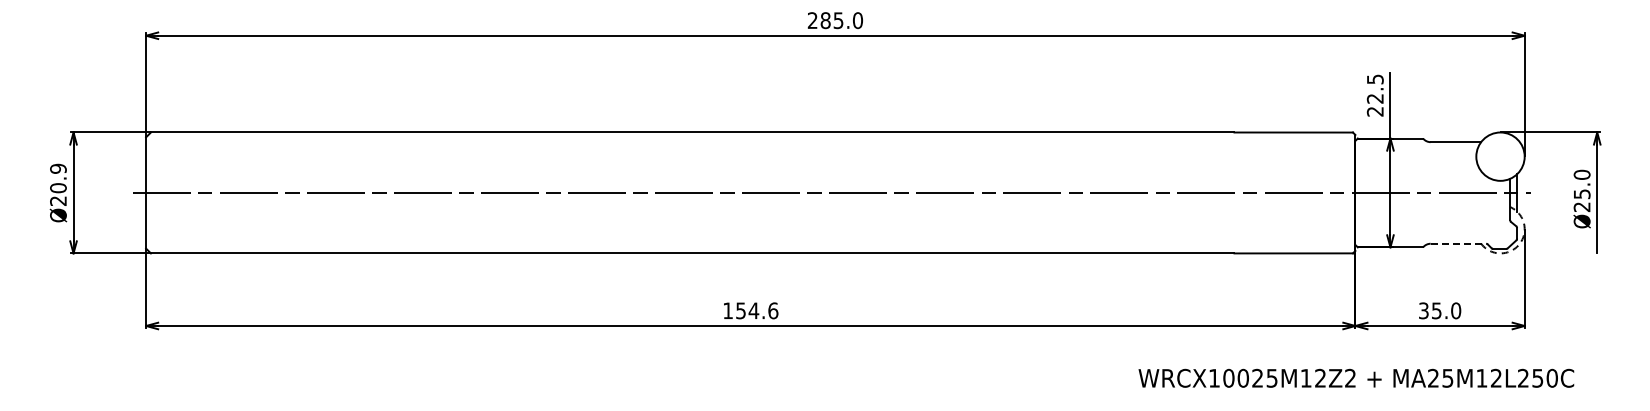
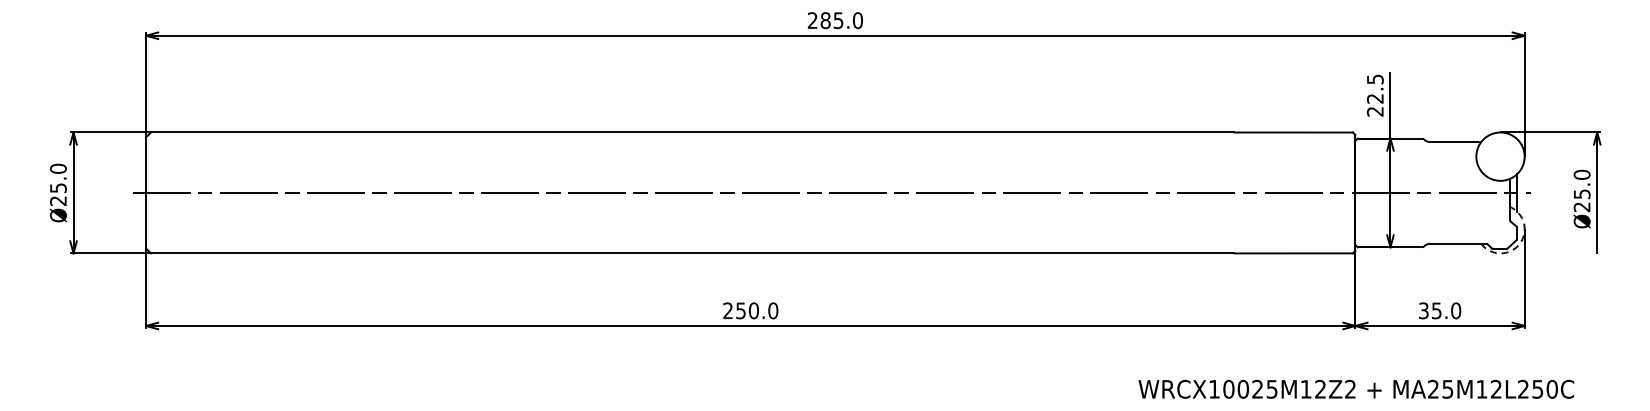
text at (58, 178): Ø20.9 -> Ø25.0
line at (1458, 243): dashed -> solid
text at (750, 310): 154.6 -> 250.0
text at (1356, 377) position: (1356, 377) -> (1356, 388)
